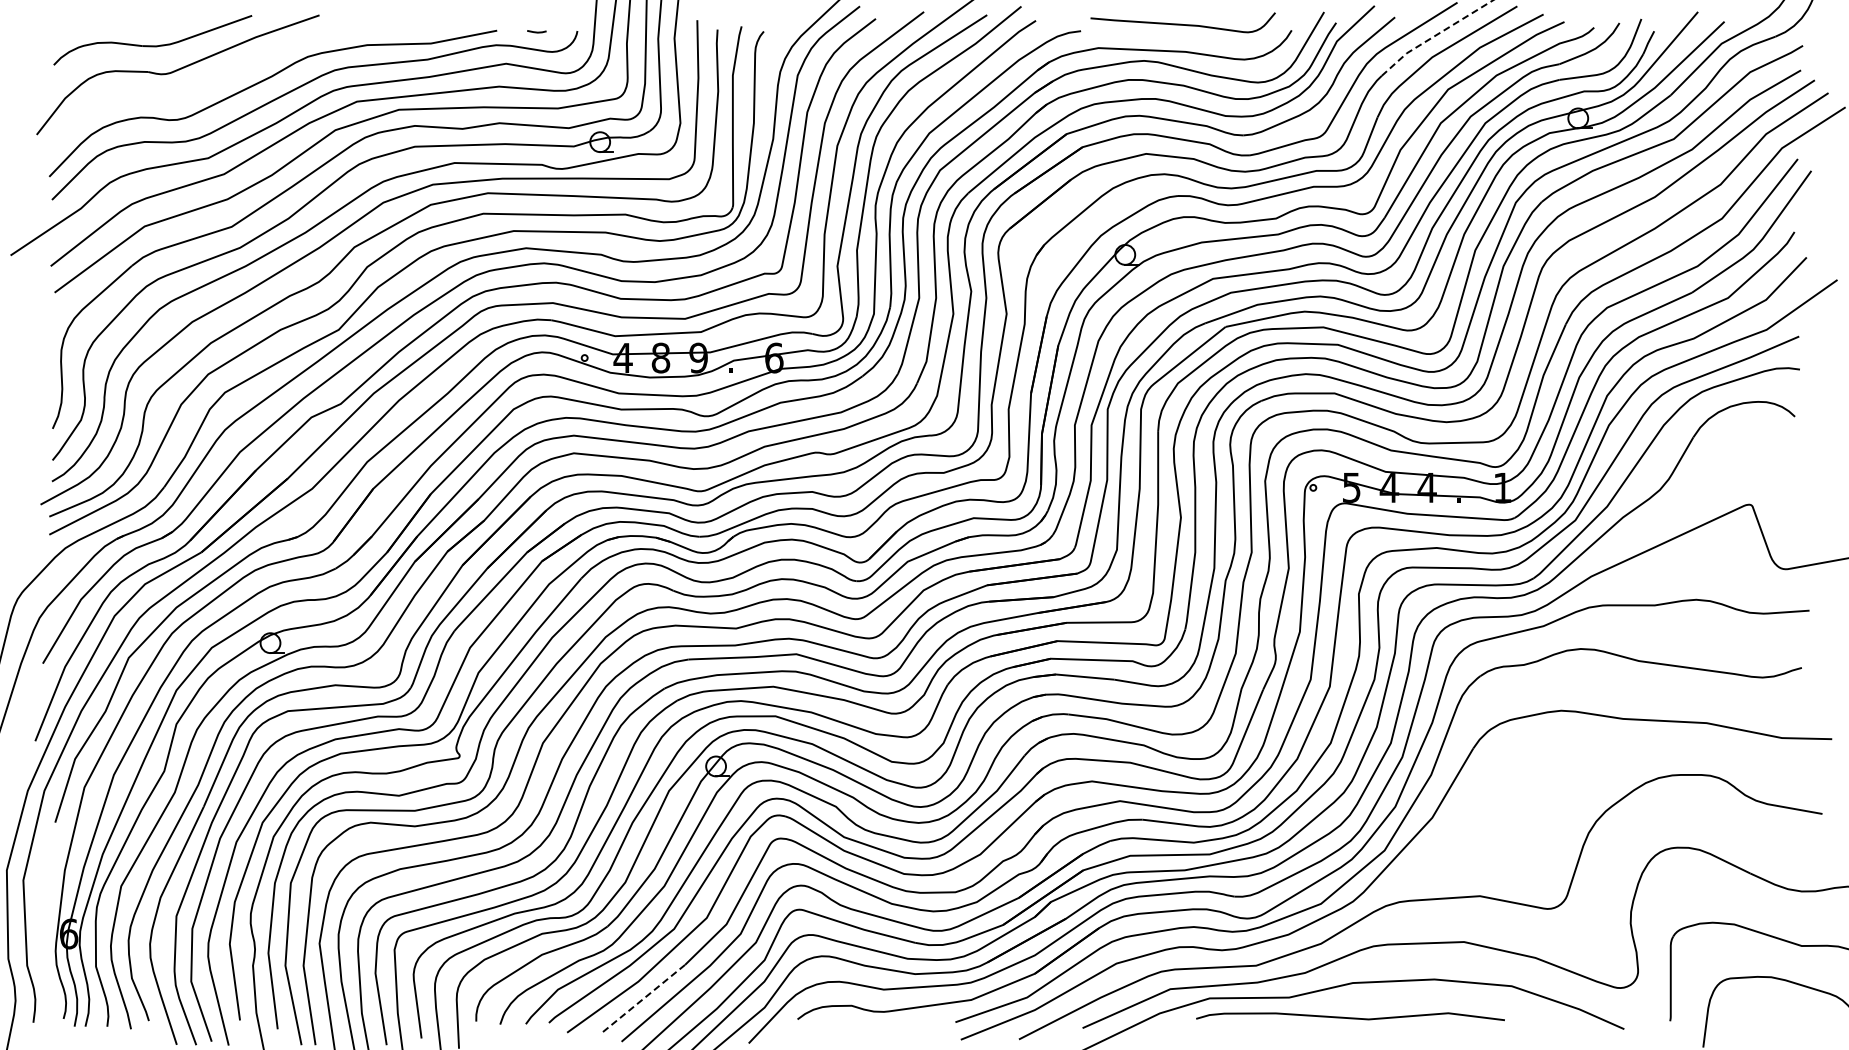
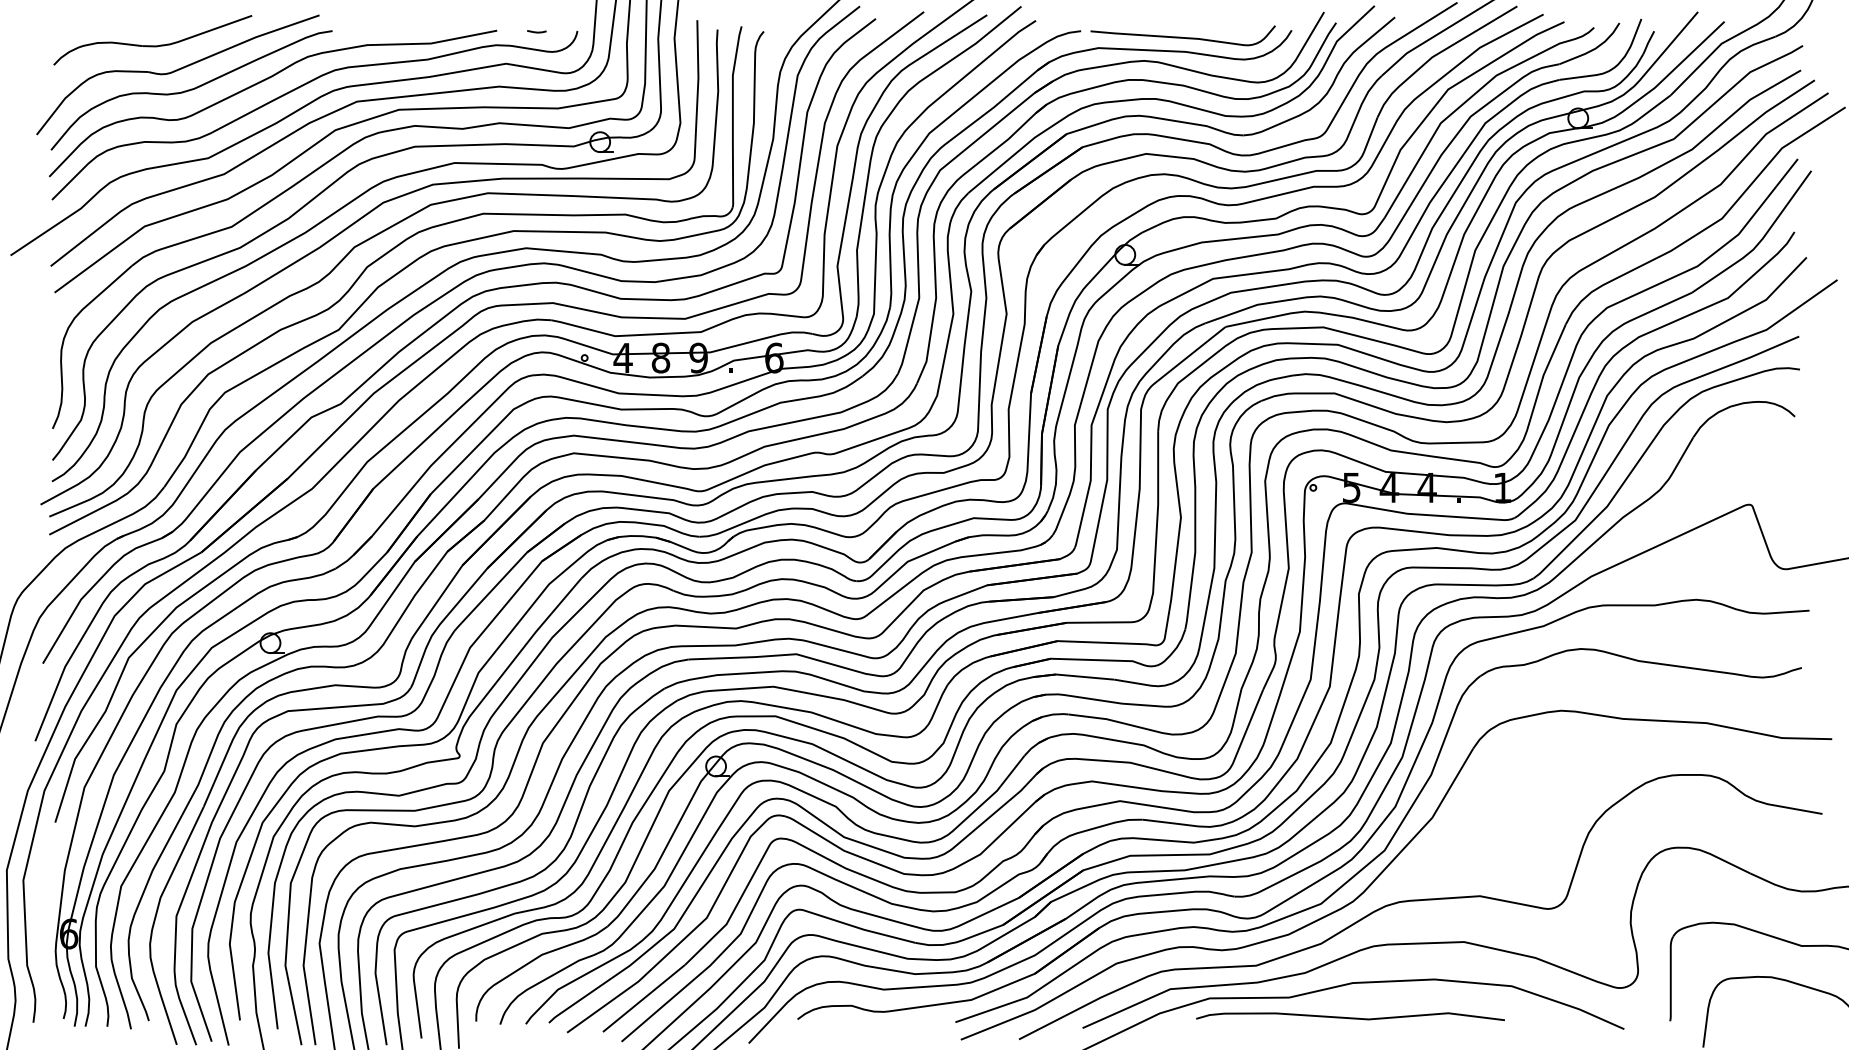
curve at (1181, 23) position: (1181, 23) -> (1181, 36)
line at (1435, 35): dashed -> solid
curve at (191, 90): none -> present
line at (644, 998): dashed -> solid
